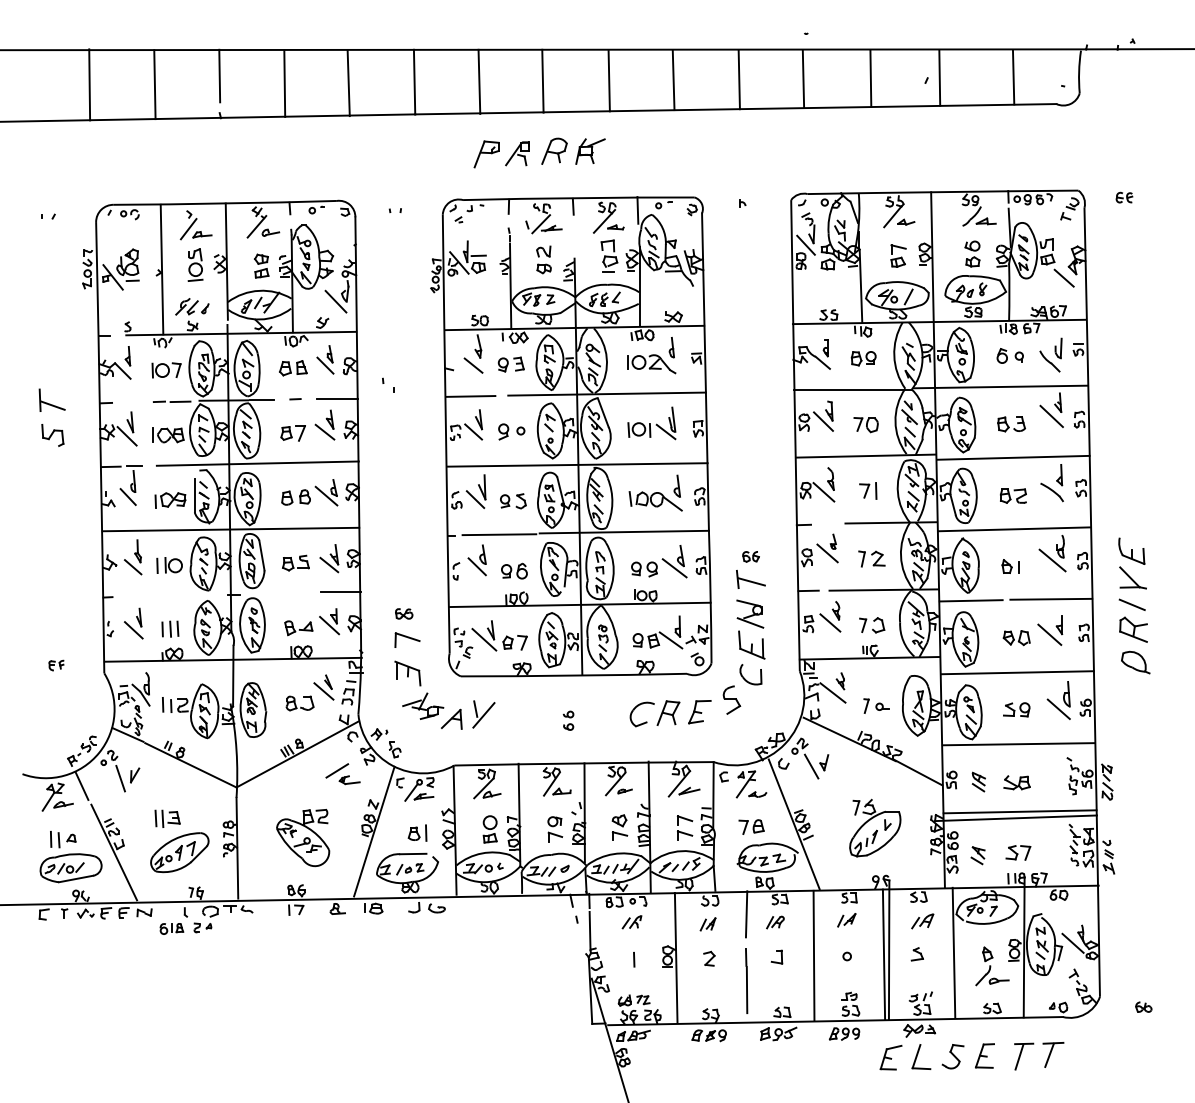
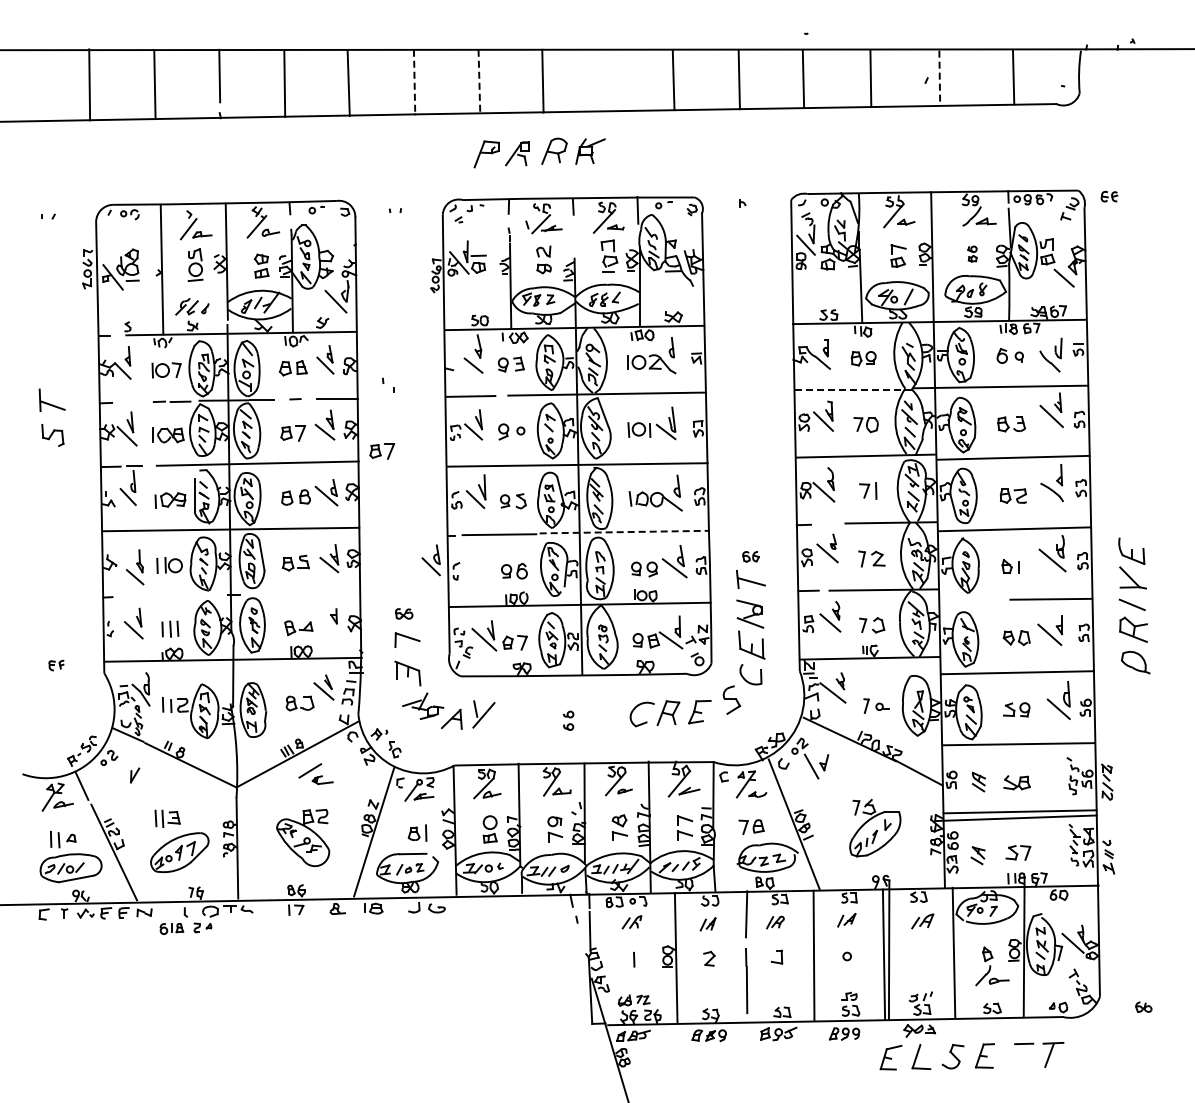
line at (939, 78): solid -> dashed
line at (608, 81): present -> none
line at (414, 82): solid -> dashed
line at (479, 82): solid -> dashed
part at (1124, 197) position: (1124, 197) -> (1109, 196)
part at (972, 253) size: 17x28 px -> 11x18 px
line at (852, 389): solid -> dashed
part at (381, 451): none -> present
line at (624, 532): solid -> dashed
part at (133, 557) position: (133, 557) -> (135, 567)
part at (476, 560) position: (476, 560) -> (430, 560)
line at (340, 592): present -> none
line at (970, 600): present -> none
line at (329, 625): present -> none
part at (342, 774) position: (342, 774) -> (315, 774)
line at (120, 778): present -> none
part at (916, 954): present -> none
line at (1019, 1057): present -> none
